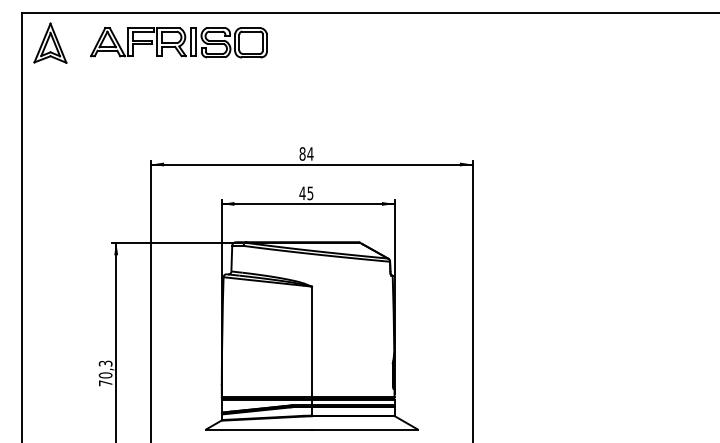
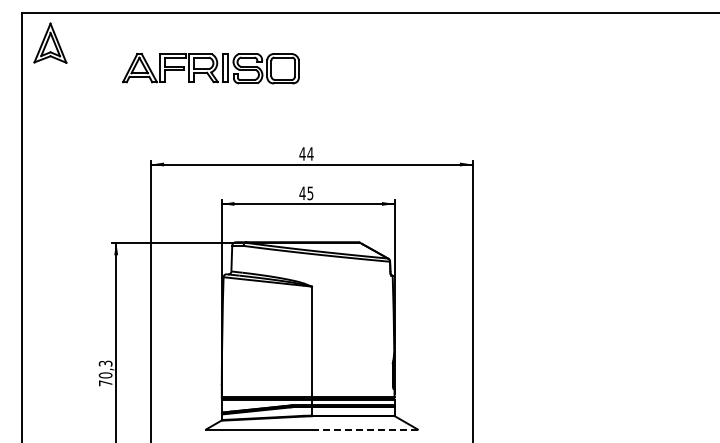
part at (178, 42) position: (178, 42) -> (210, 68)
text at (302, 153): 84 -> 44
line at (364, 429): solid -> dashed
